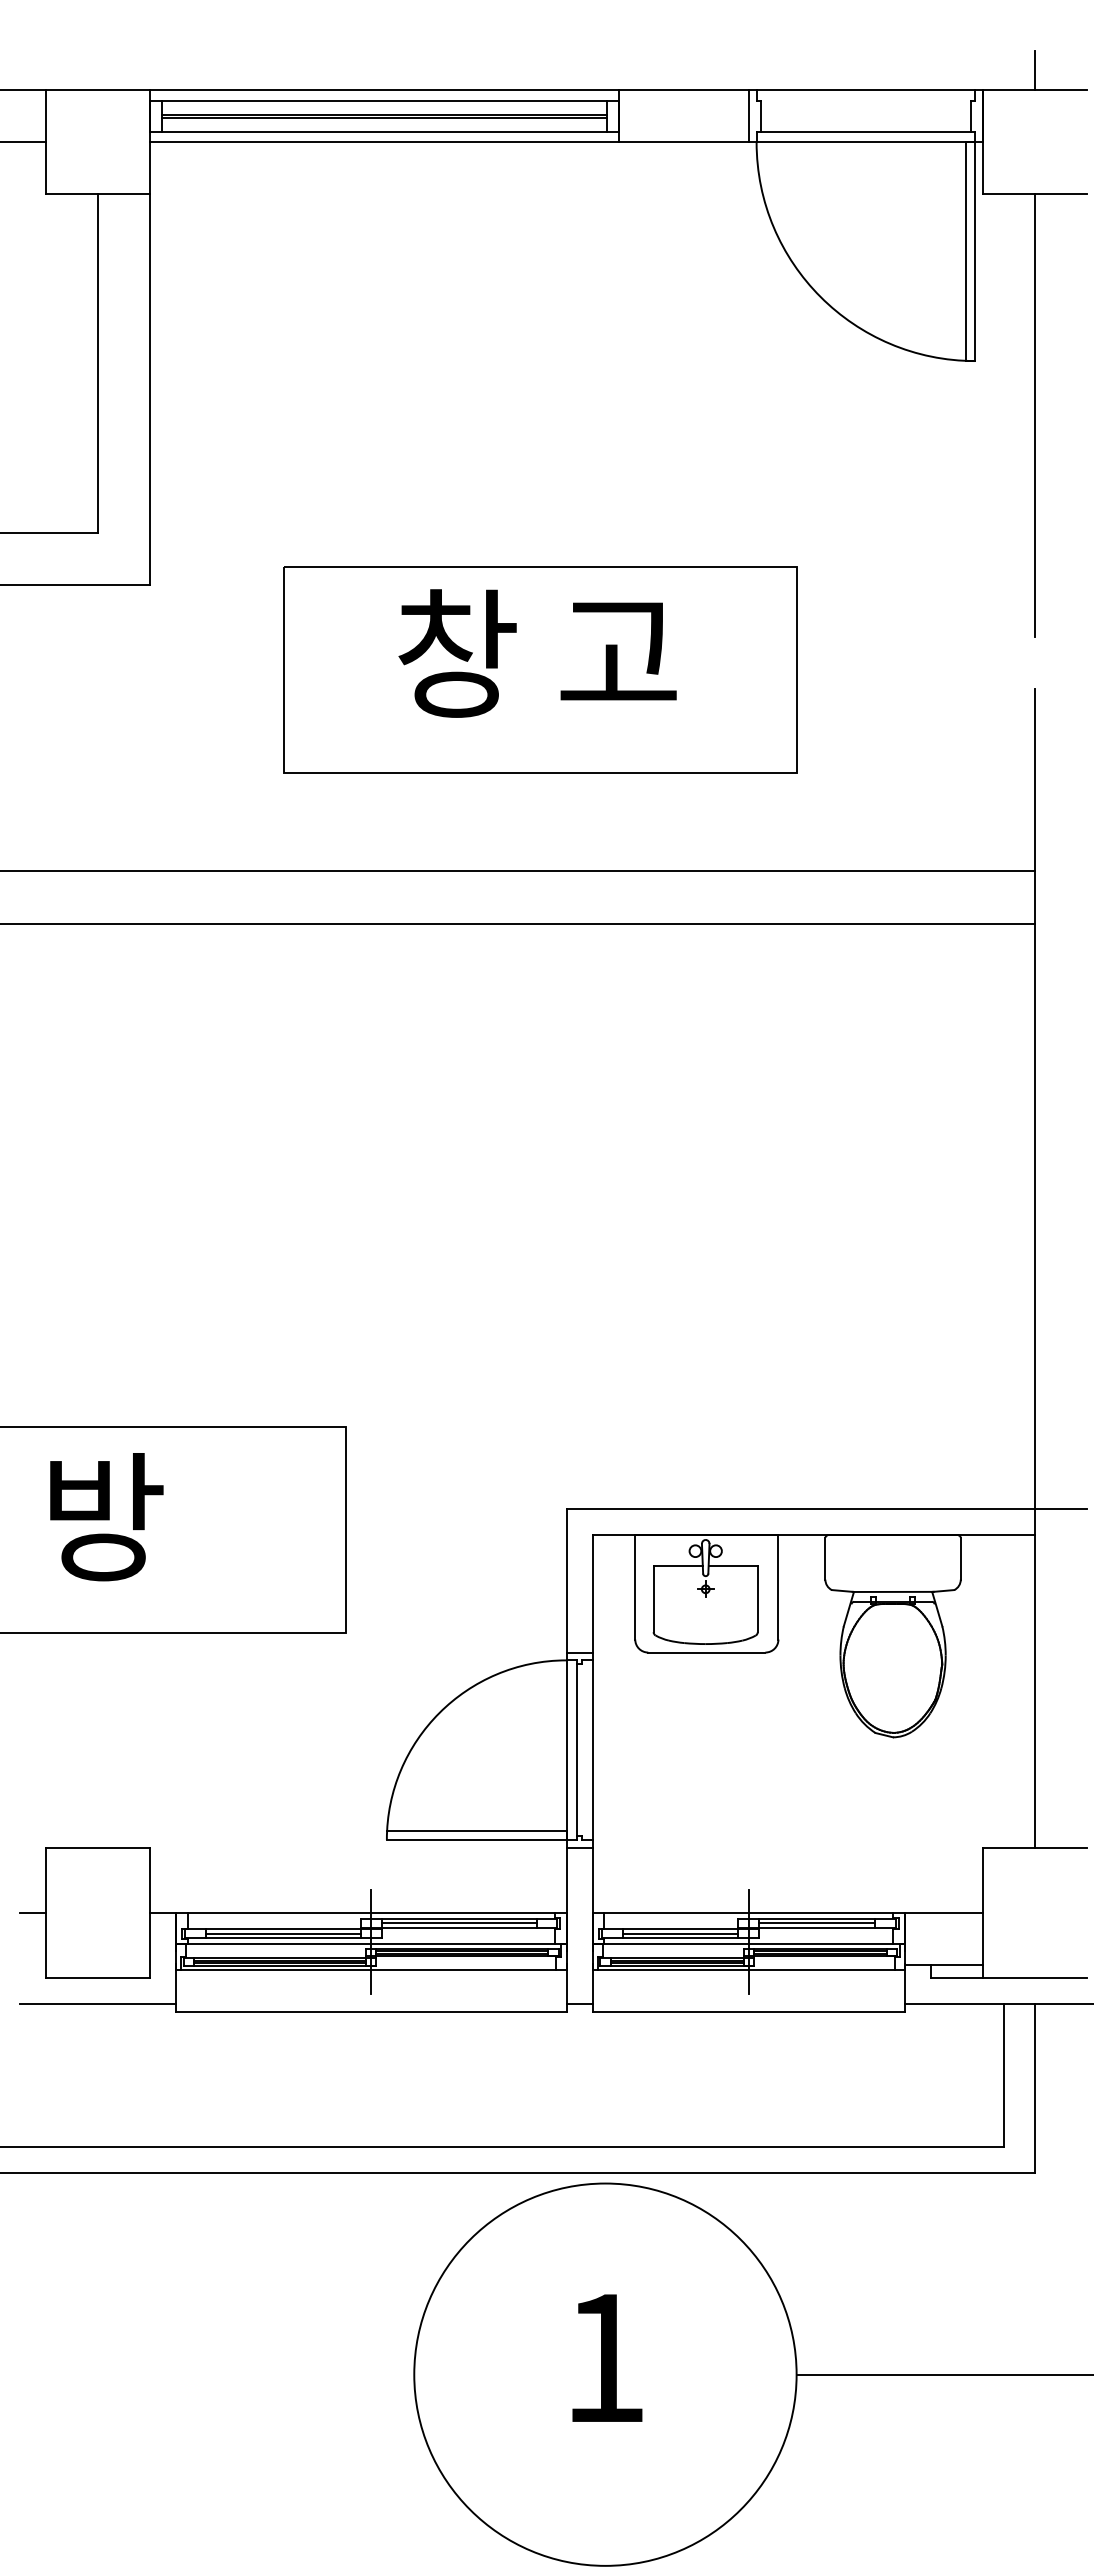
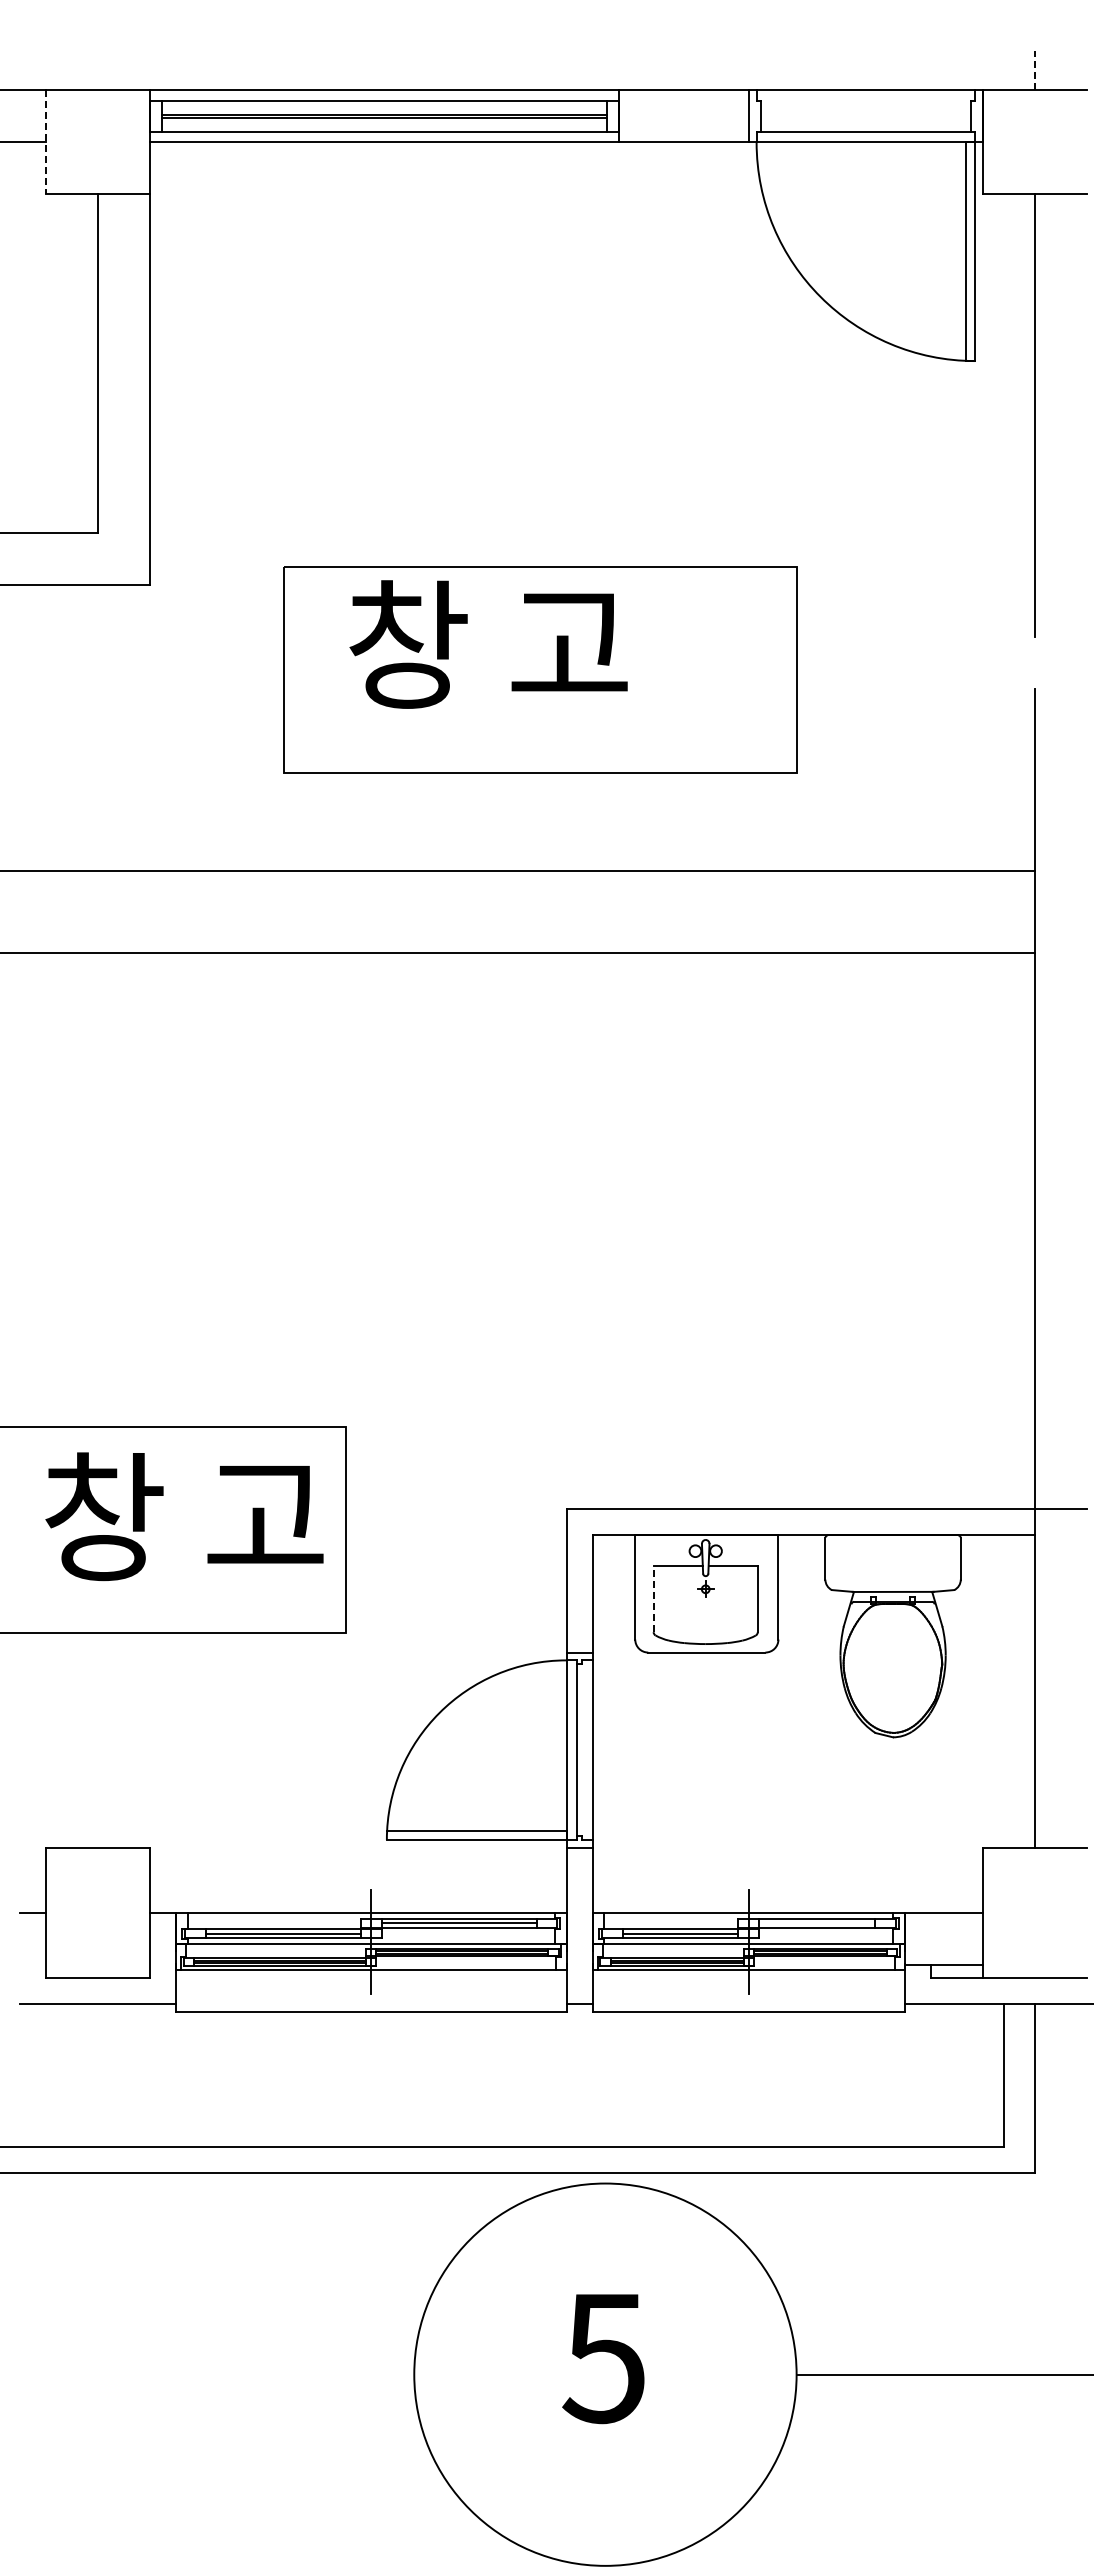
line at (1035, 70): solid -> dashed
line at (45, 142): solid -> dashed
text at (537, 653) position: (537, 653) -> (488, 644)
line at (518, 923) position: (518, 923) -> (518, 952)
text at (184, 1516): 방 -> 창 고
line at (653, 1598): solid -> dashed
line at (817, 1923): present -> none
text at (603, 2359): 1 -> 5
